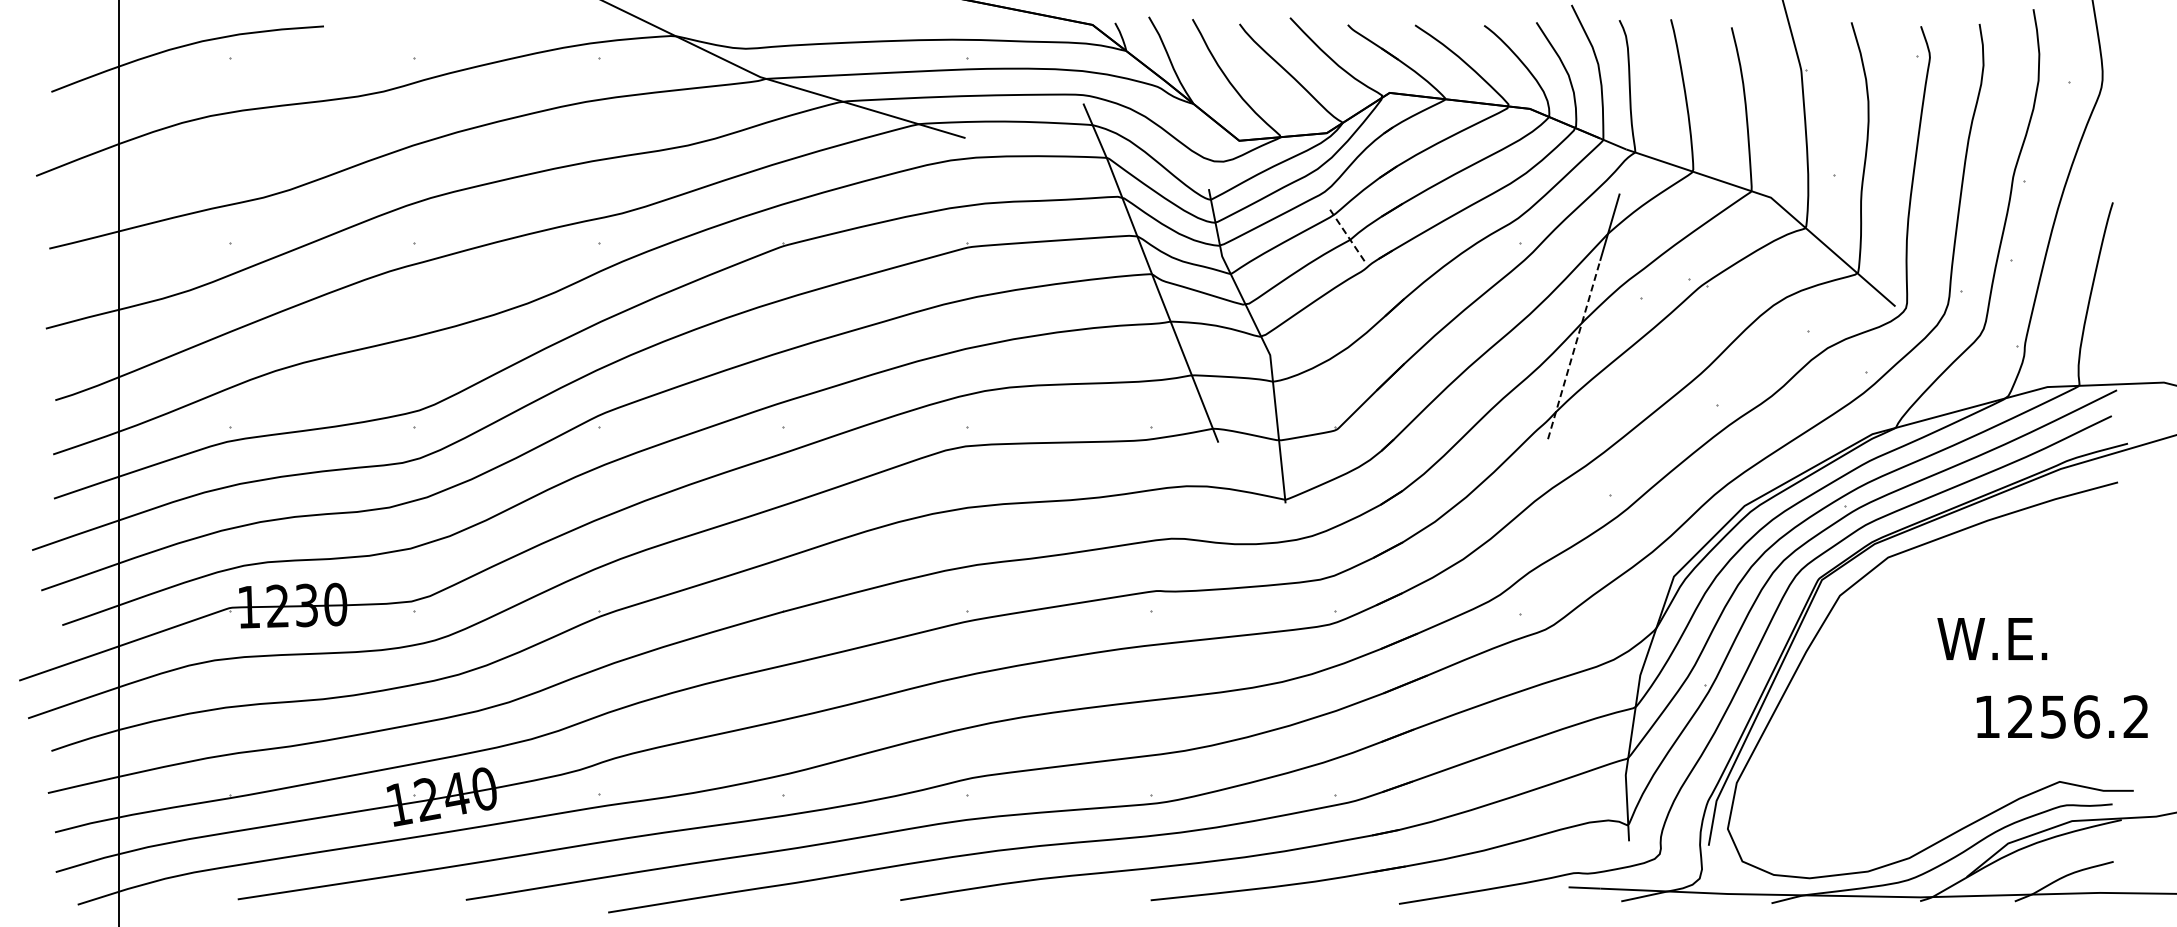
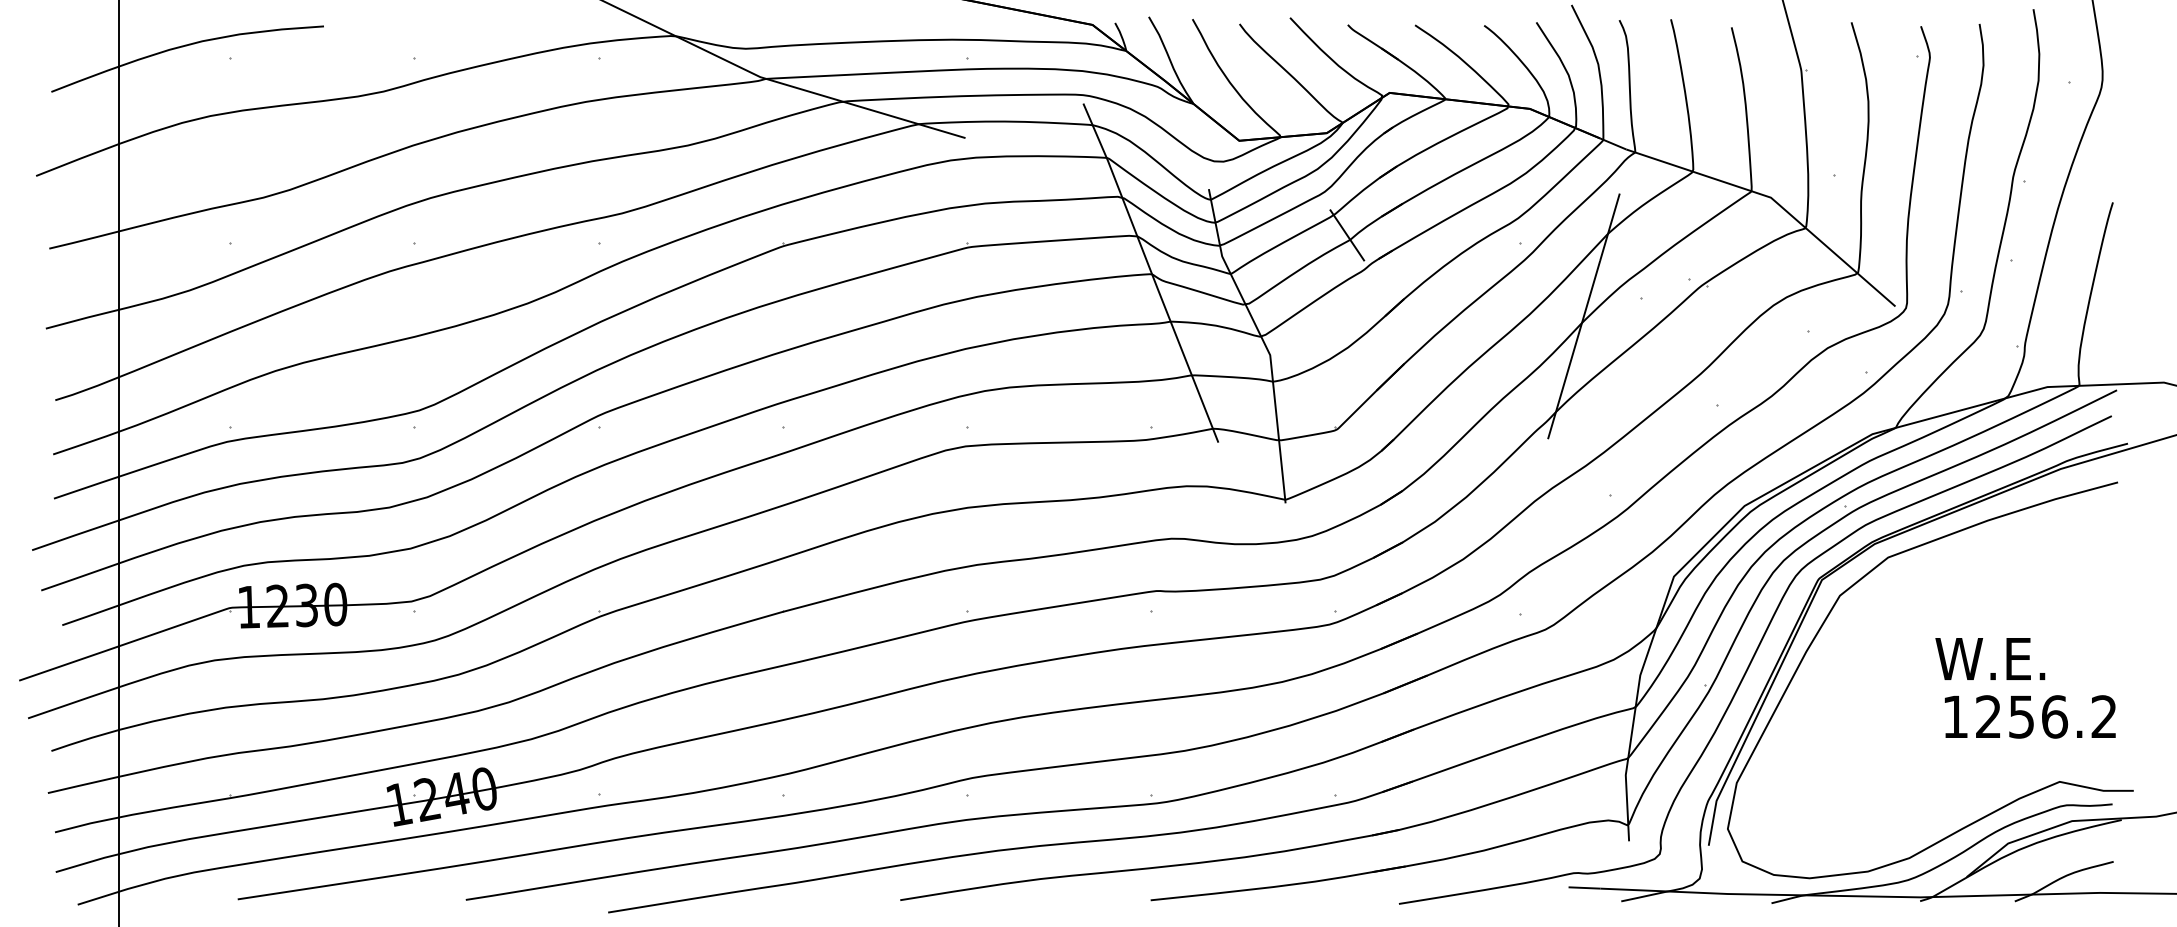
line at (1347, 234): dashed -> solid
line at (1574, 350): dashed -> solid
text at (1992, 638) position: (1992, 638) -> (1990, 658)
text at (2061, 716) position: (2061, 716) -> (2029, 716)
